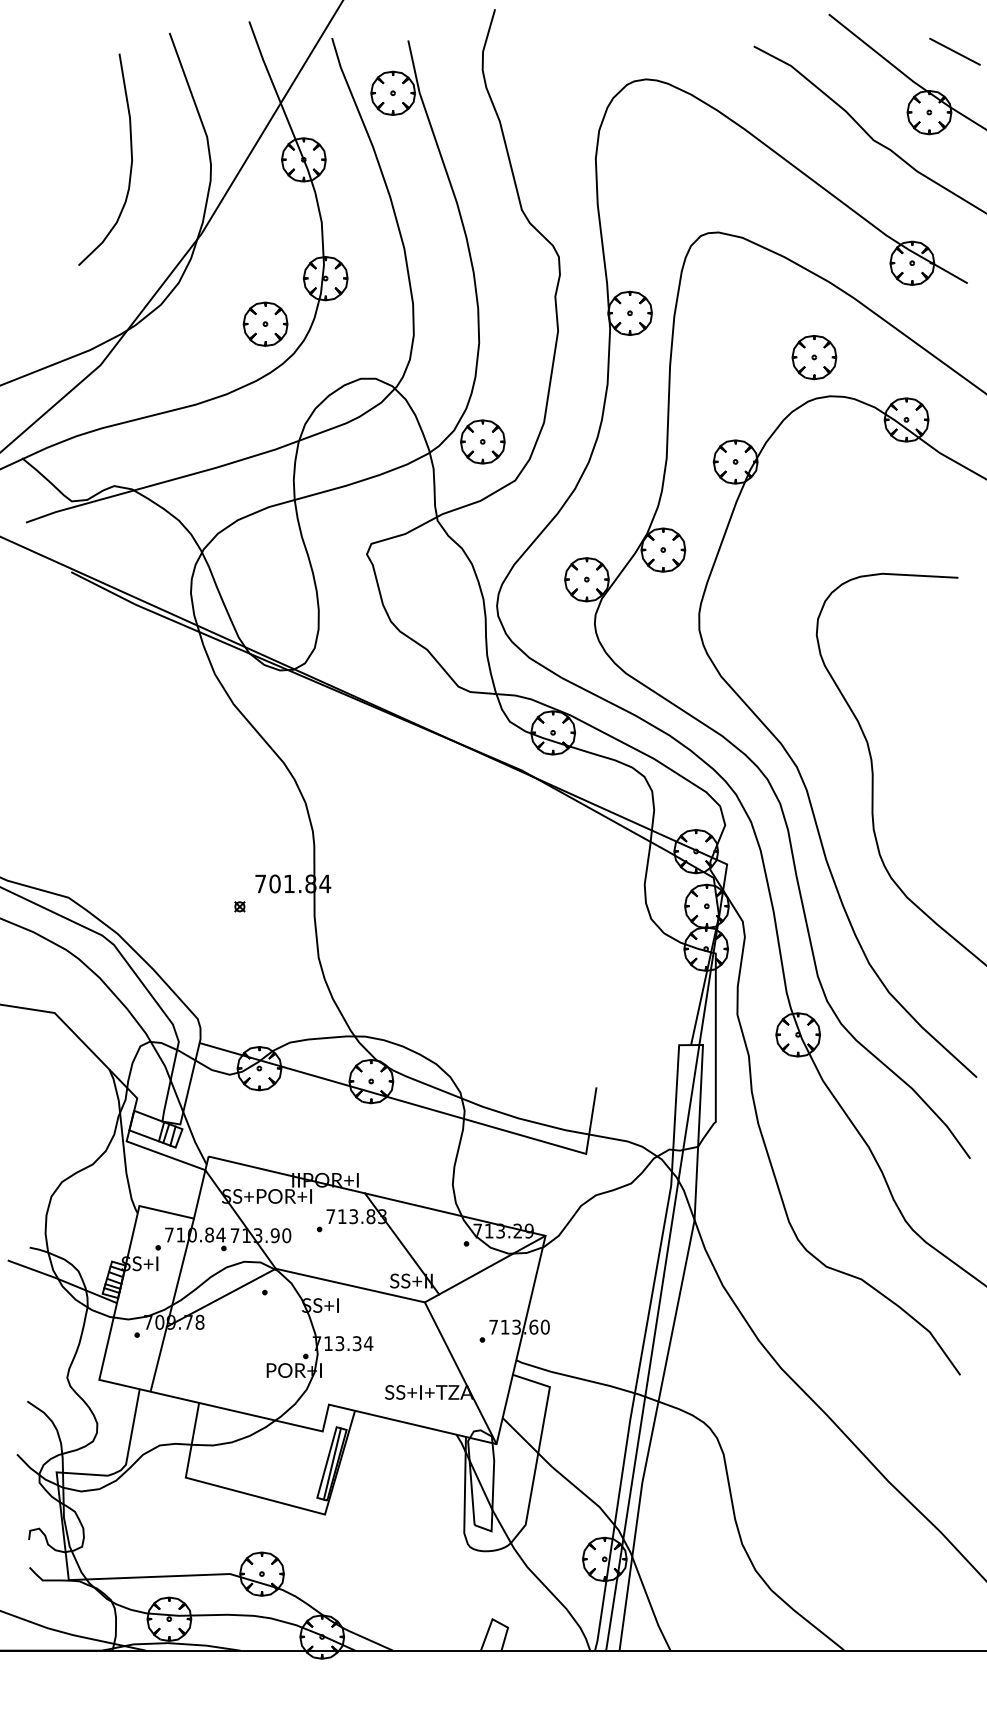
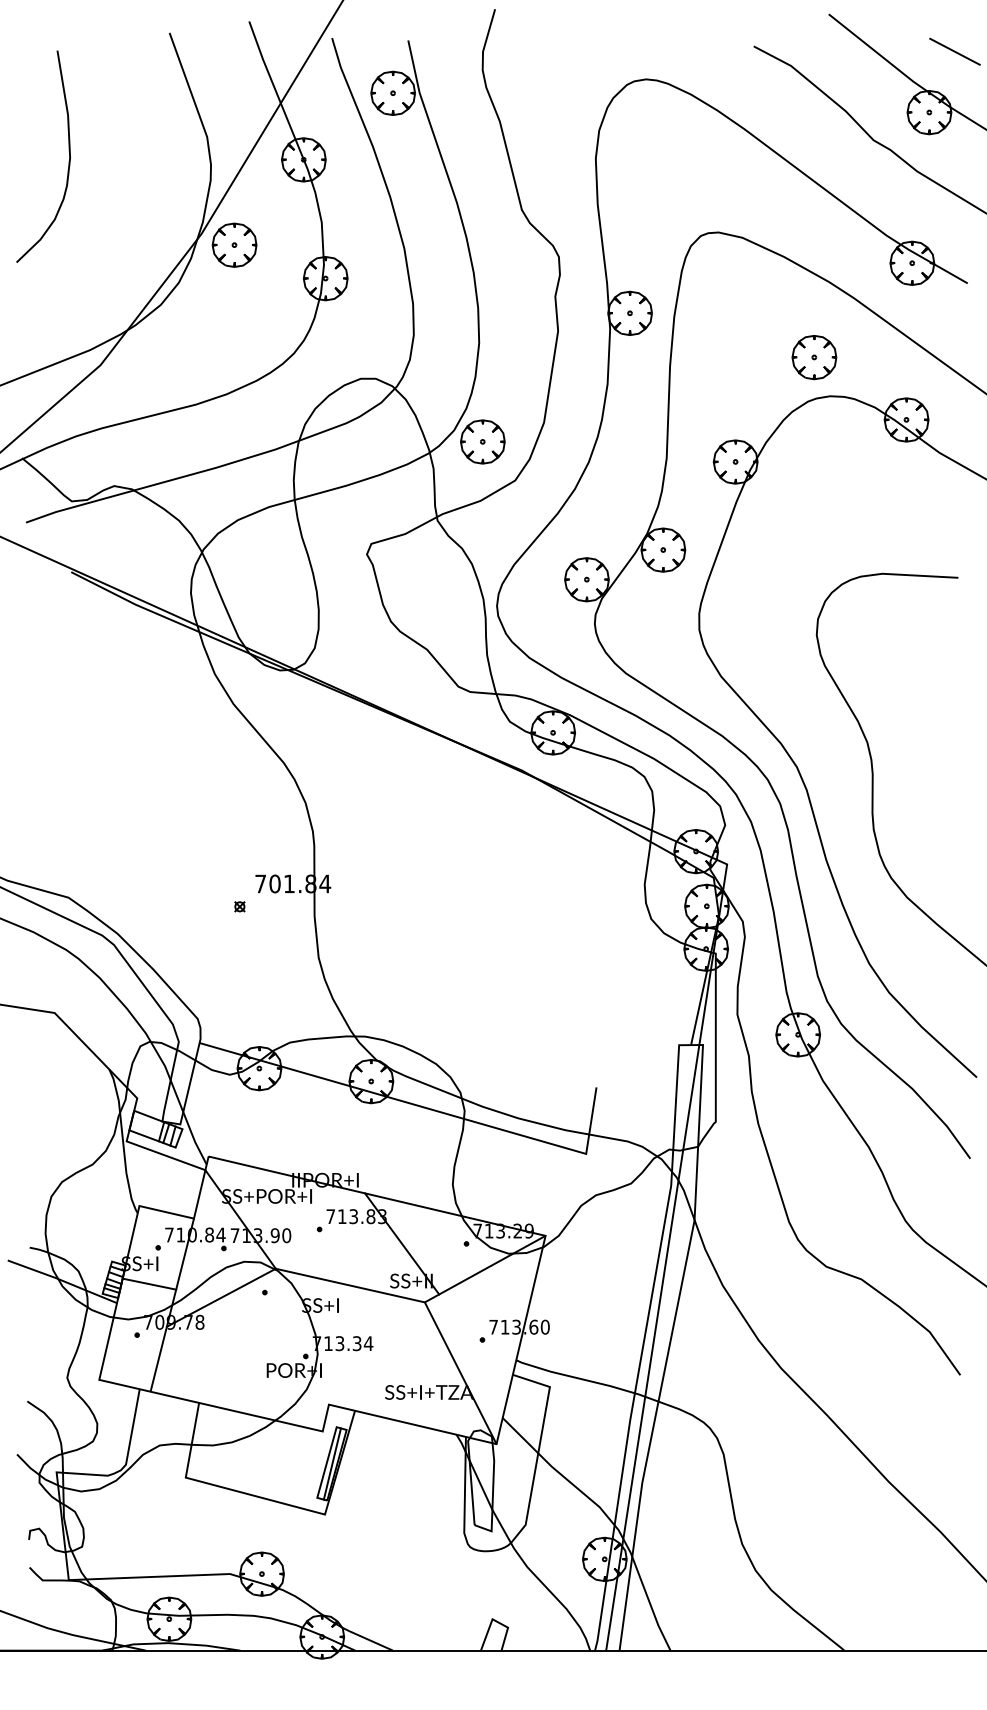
curve at (130, 164) position: (130, 164) -> (68, 161)
part at (265, 323) position: (265, 323) -> (234, 244)
line at (149, 1283): none -> present
